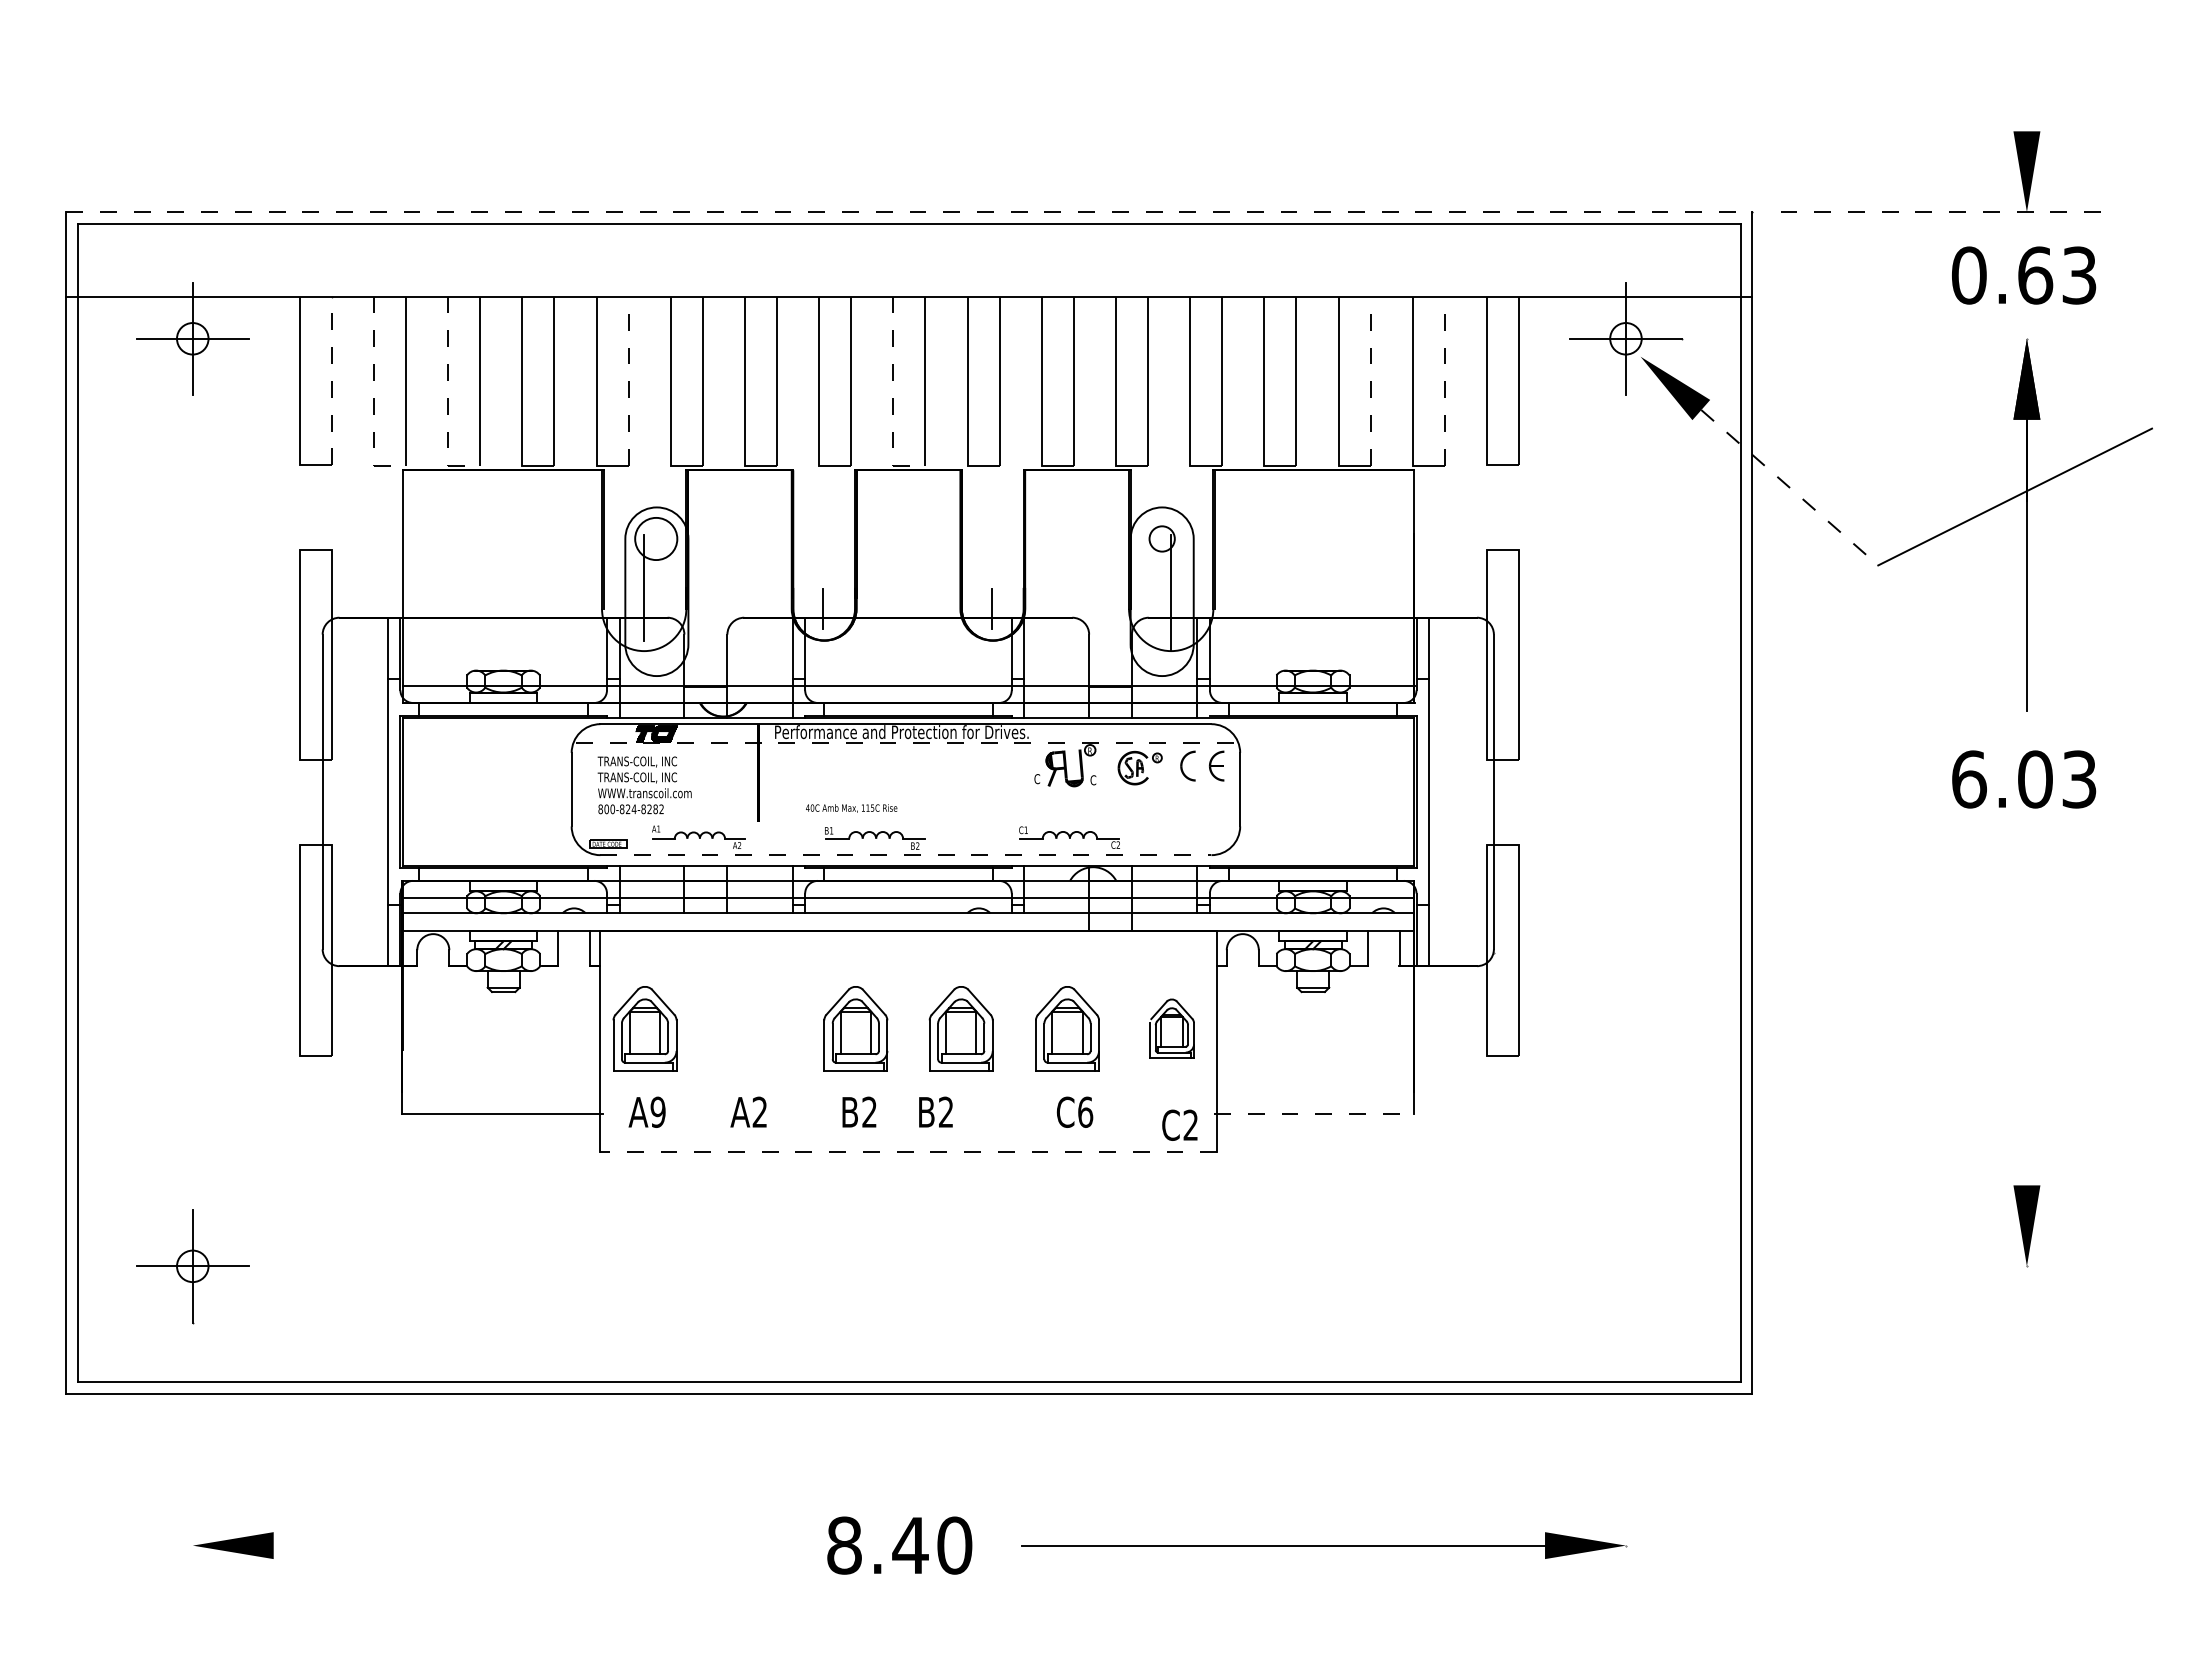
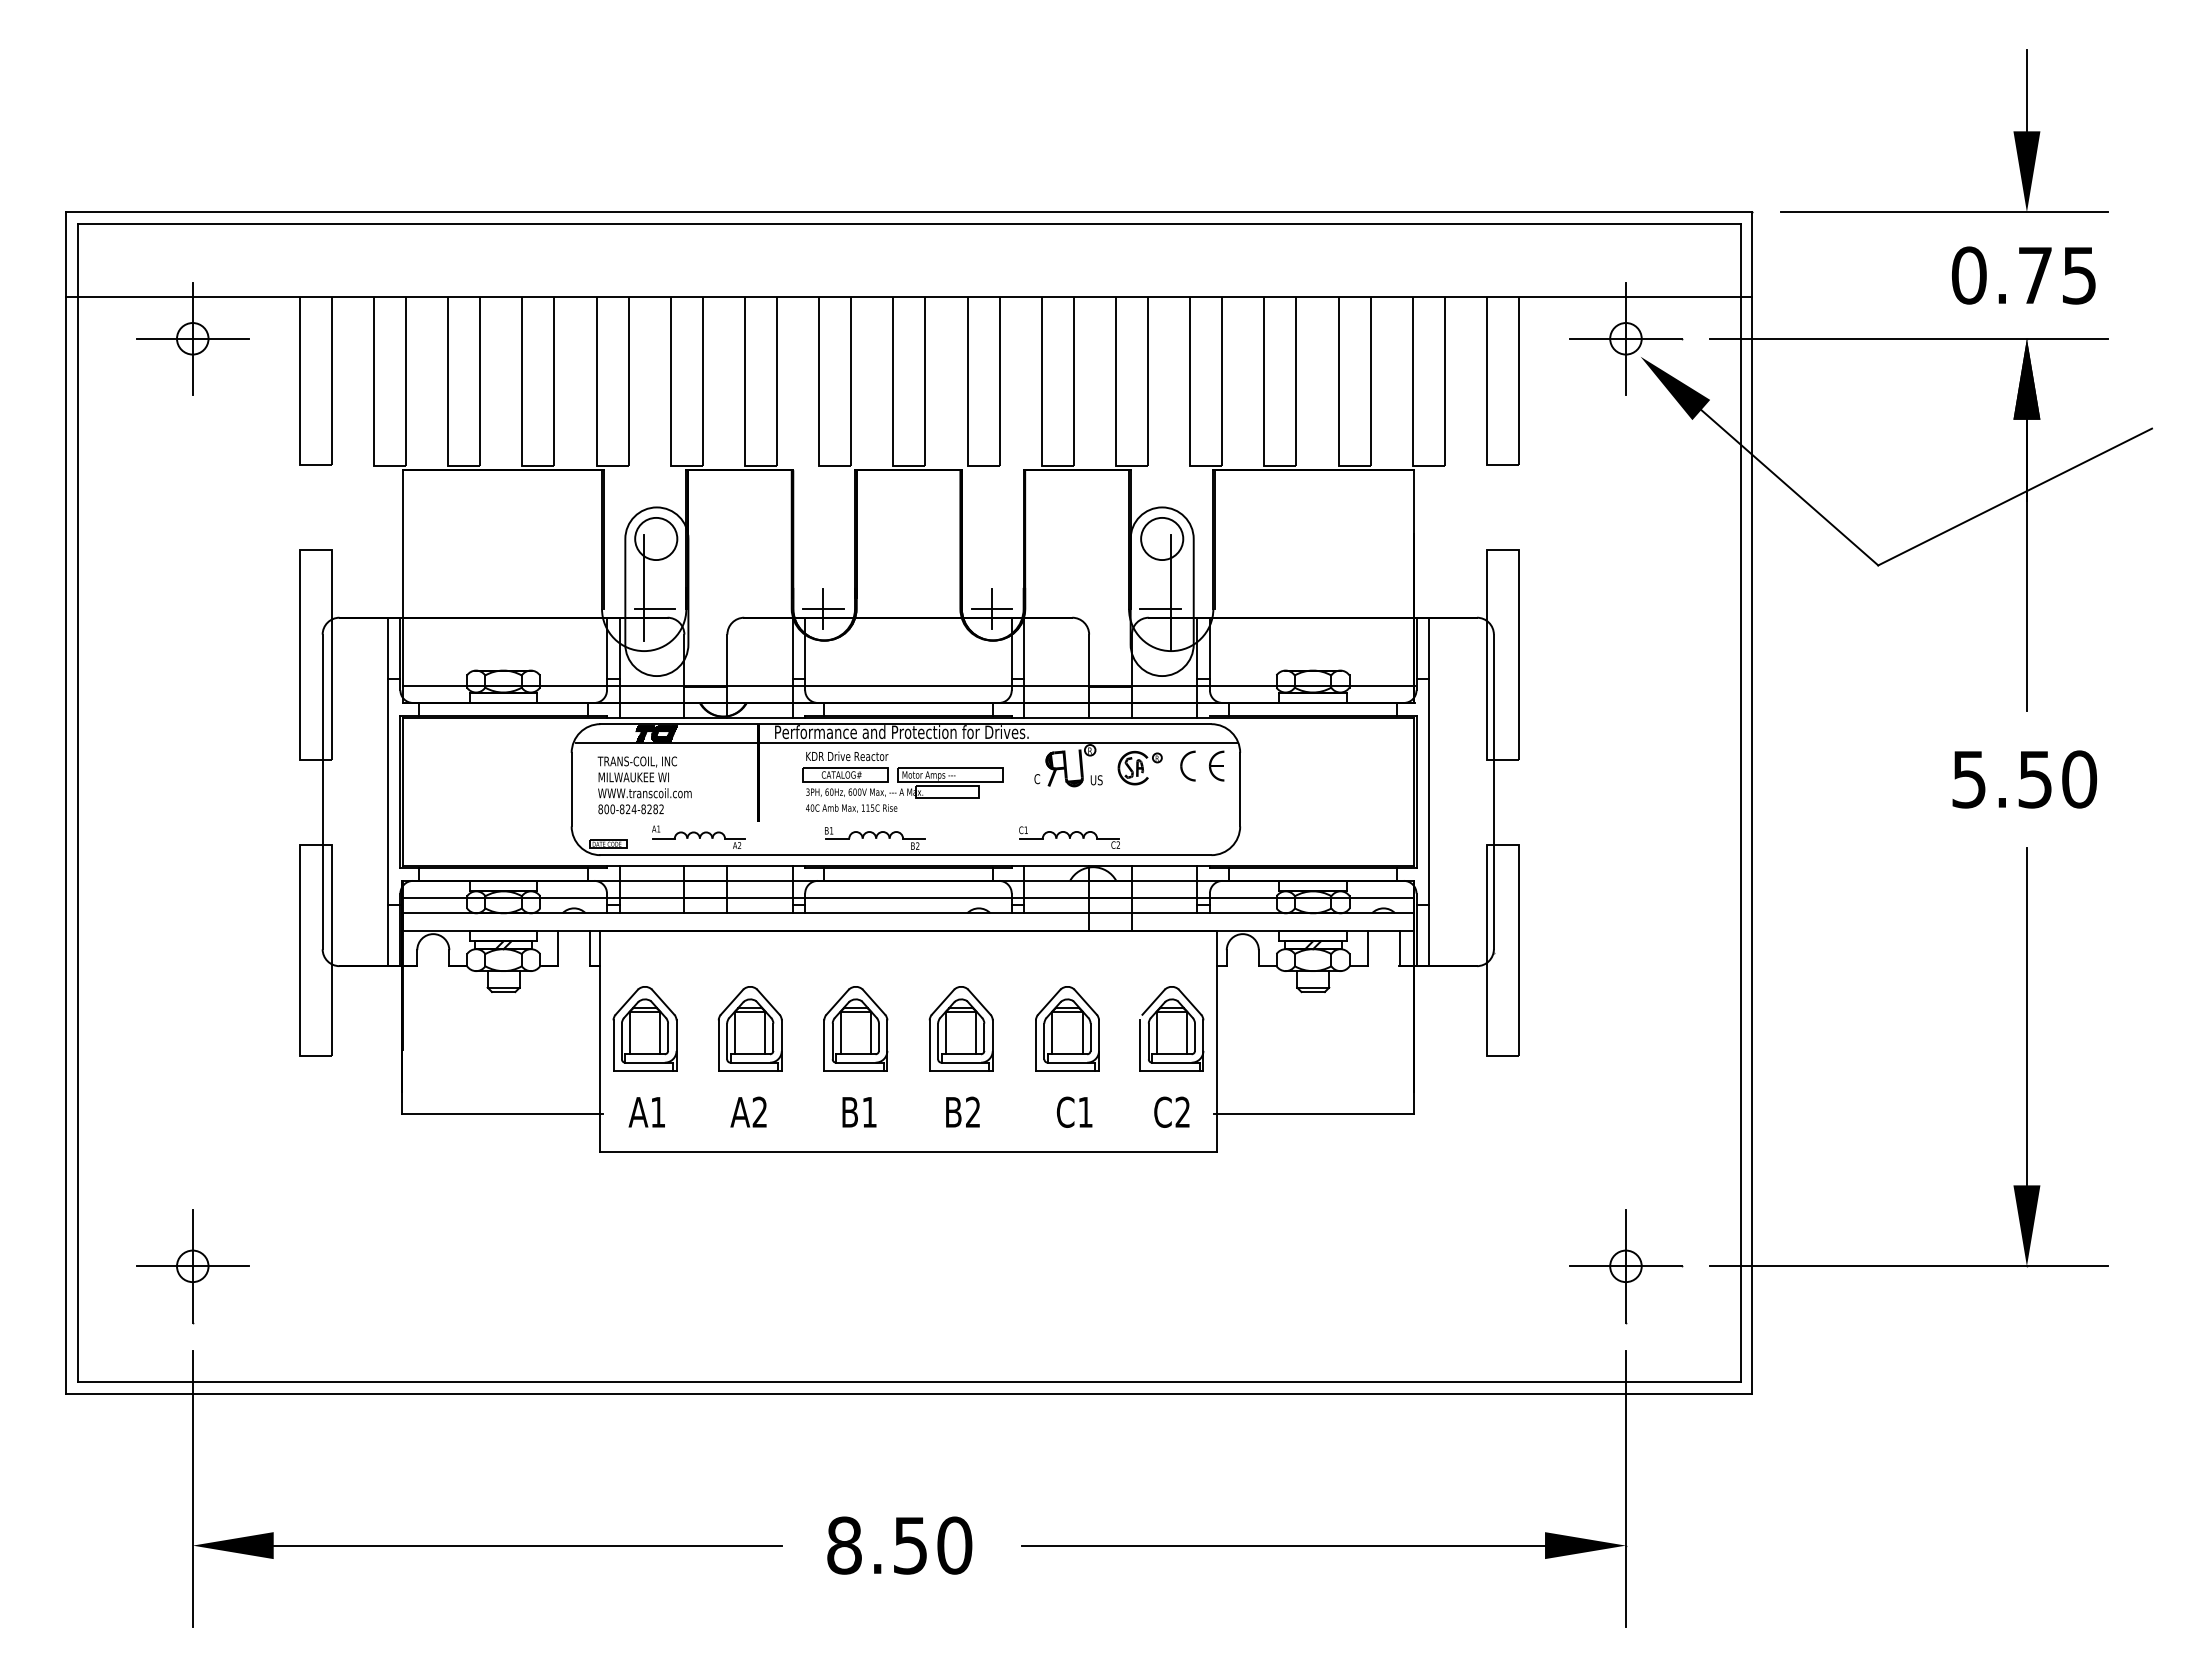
line at (2026, 90): none -> present
line at (909, 212): dashed -> solid
line at (1944, 212): dashed -> solid
text at (2057, 275): 0.63 -> 0.75
line at (1908, 338): none -> present
line at (331, 380): dashed -> solid
line at (628, 380): dashed -> solid
line at (1370, 380): dashed -> solid
line at (1444, 380): dashed -> solid
line at (373, 398): dashed -> solid
line at (448, 398): dashed -> solid
line at (893, 398): dashed -> solid
line at (1789, 487): dashed -> solid
circle at (1161, 538) diameter: 25 px -> 42 px
line at (654, 608): none -> present
line at (823, 608): none -> present
line at (991, 608): none -> present
line at (1160, 608): none -> present
line at (906, 743): dashed -> solid
part at (902, 774): none -> present
text at (636, 777): TRANS-COIL, INC -> MILWAUKEE WI
text at (2024, 779): 6.03 -> 5.50
text at (1096, 780): C -> US
line at (905, 855): dashed -> solid
line at (2026, 1016): none -> present
part at (749, 1028): none -> present
part at (1171, 1028) size: 46x61 px -> 66x86 px
text at (657, 1111): A9 -> A1
text at (869, 1111): B2 -> B1
text at (935, 1111) position: (935, 1111) -> (962, 1111)
text at (1085, 1111): C6 -> C1
line at (1313, 1113): dashed -> solid
text at (1179, 1124) position: (1179, 1124) -> (1171, 1111)
line at (908, 1152): dashed -> solid
part at (1626, 1266): none -> present
line at (1908, 1266): none -> present
line at (192, 1488): none -> present
line at (1625, 1488): none -> present
line at (527, 1545): none -> present
text at (910, 1545): 8.40 -> 8.50
